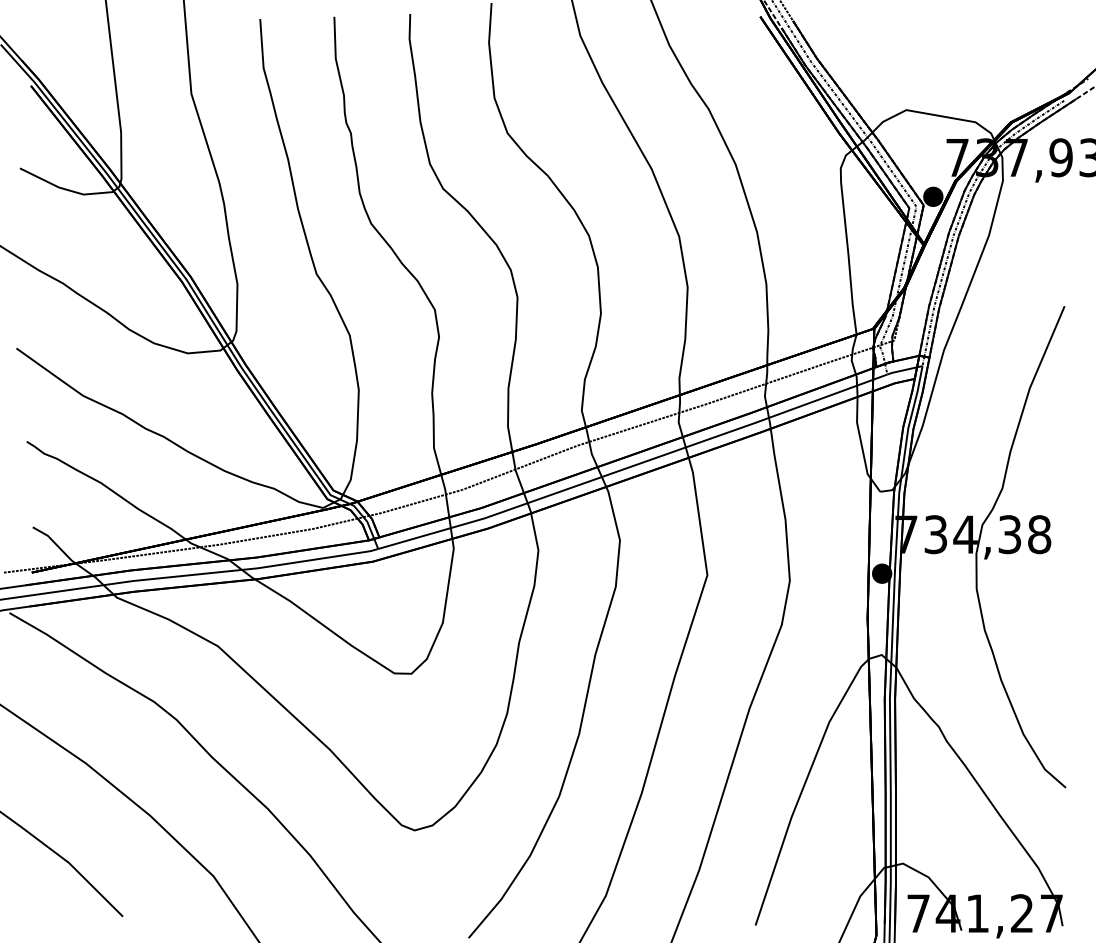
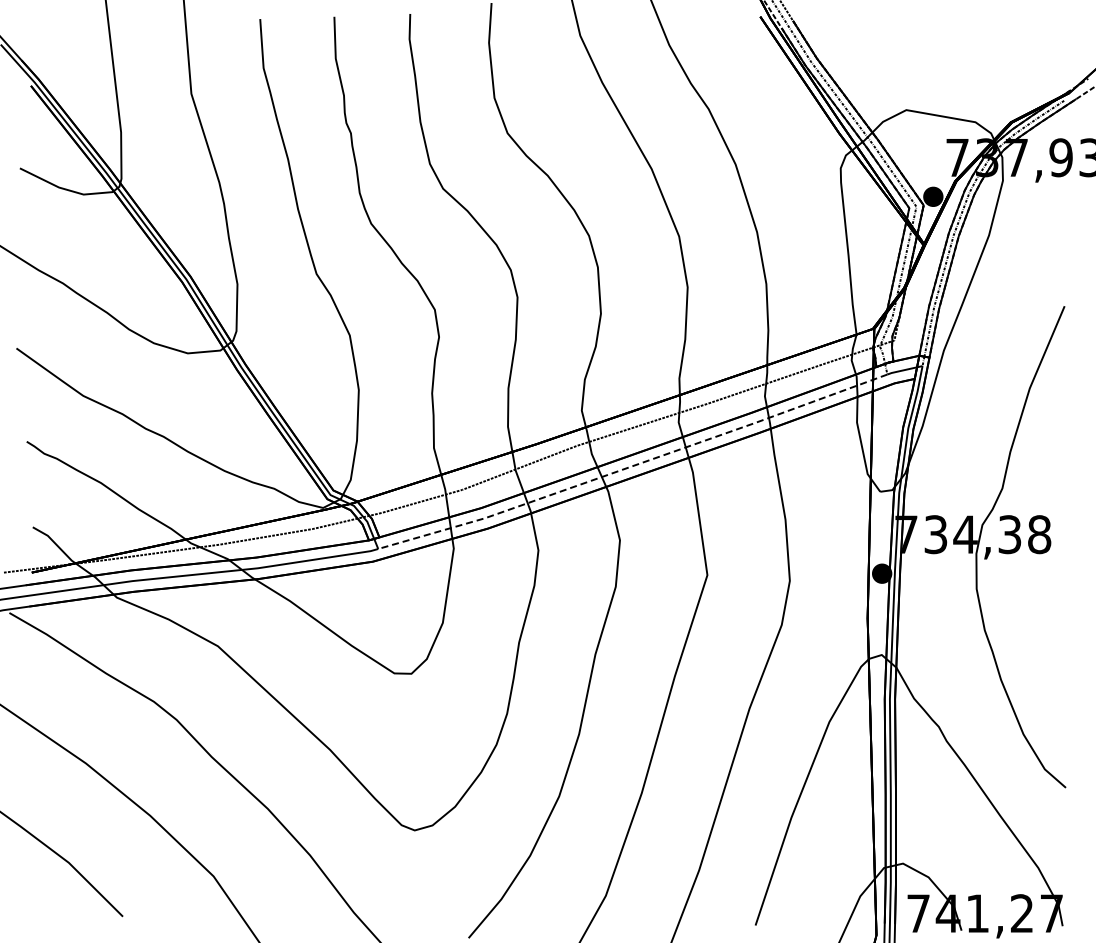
line at (634, 465): solid -> dashed
